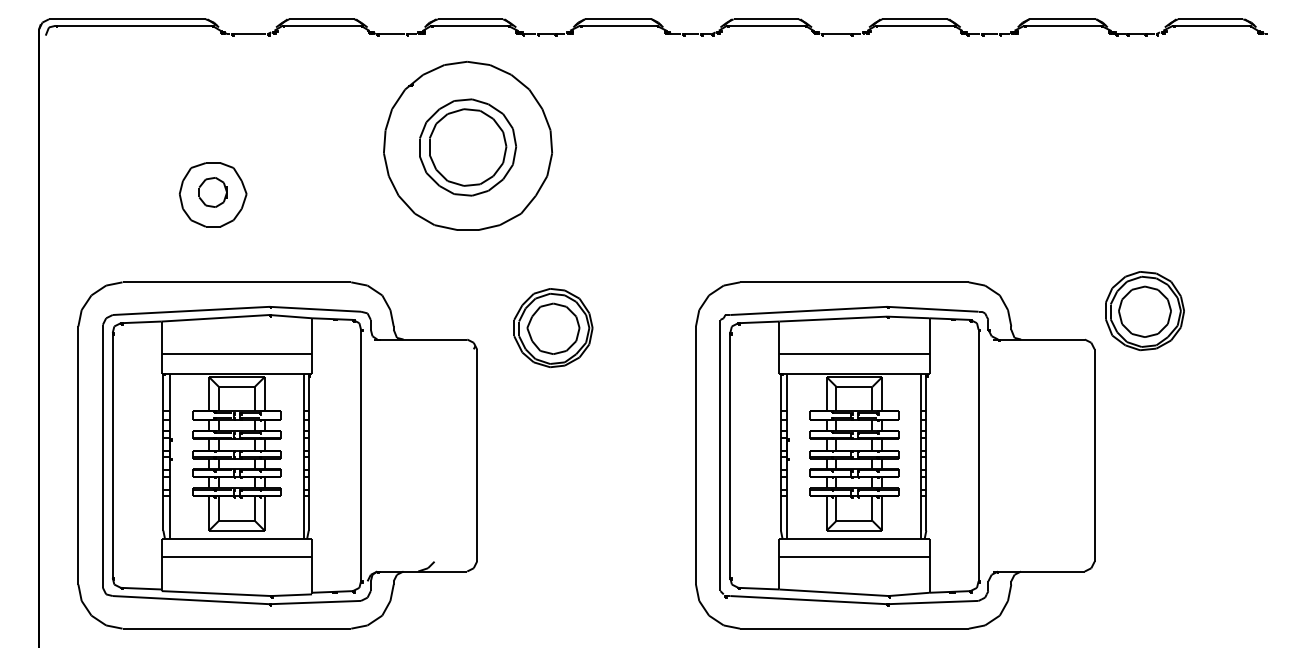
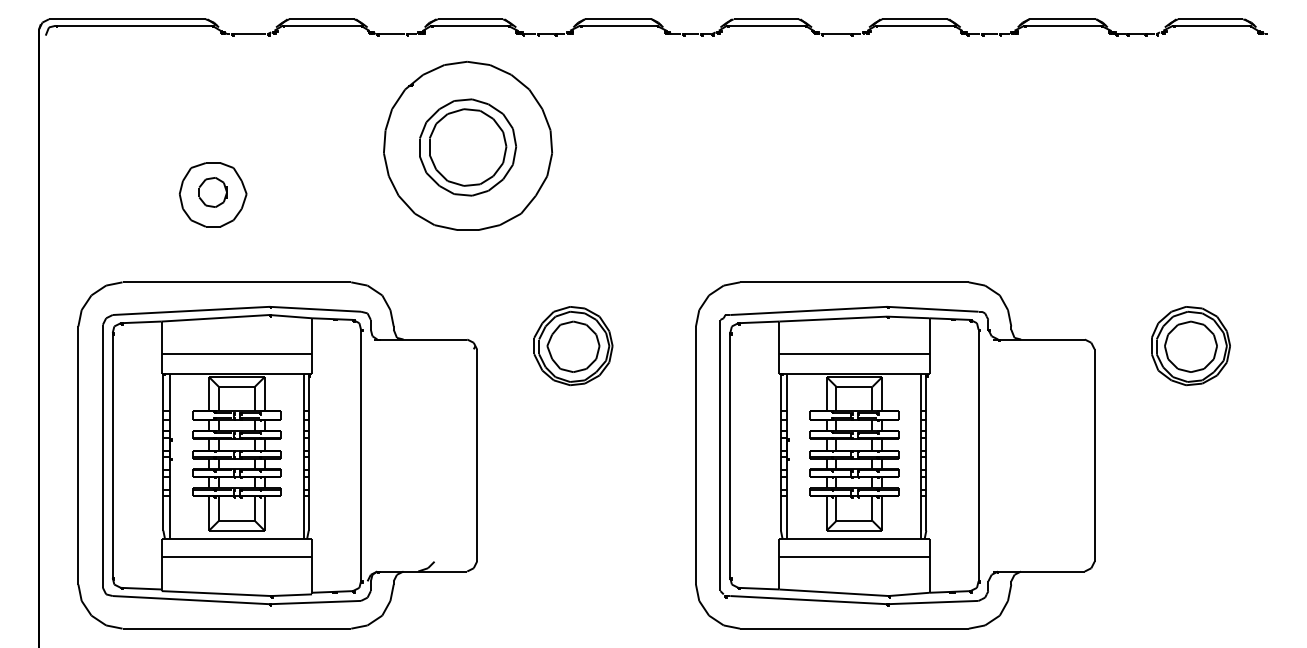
part at (1144, 311) position: (1144, 311) -> (1190, 346)
part at (553, 328) position: (553, 328) -> (573, 346)
